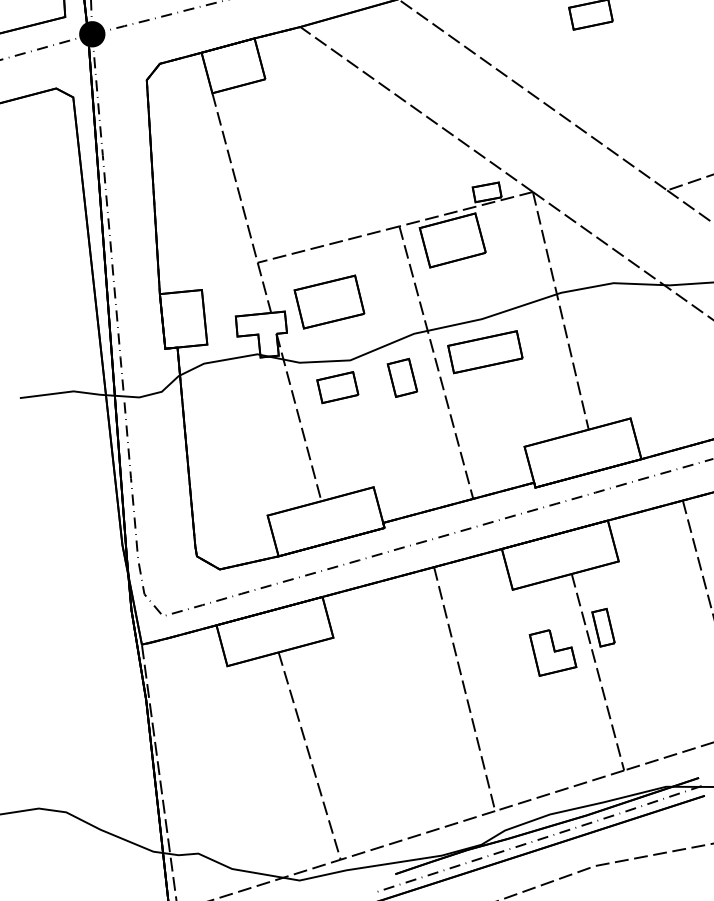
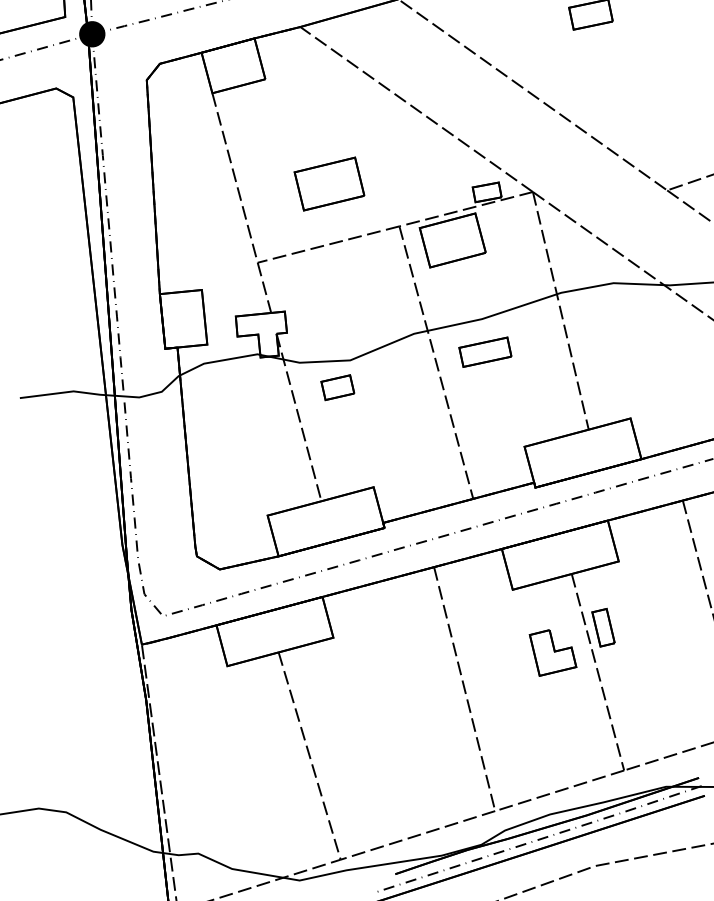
part at (329, 301) position: (329, 301) -> (329, 183)
part at (485, 352) size: 77x45 px -> 55x32 px
part at (401, 377): present -> none
part at (337, 387) size: 44x34 px -> 36x28 px
